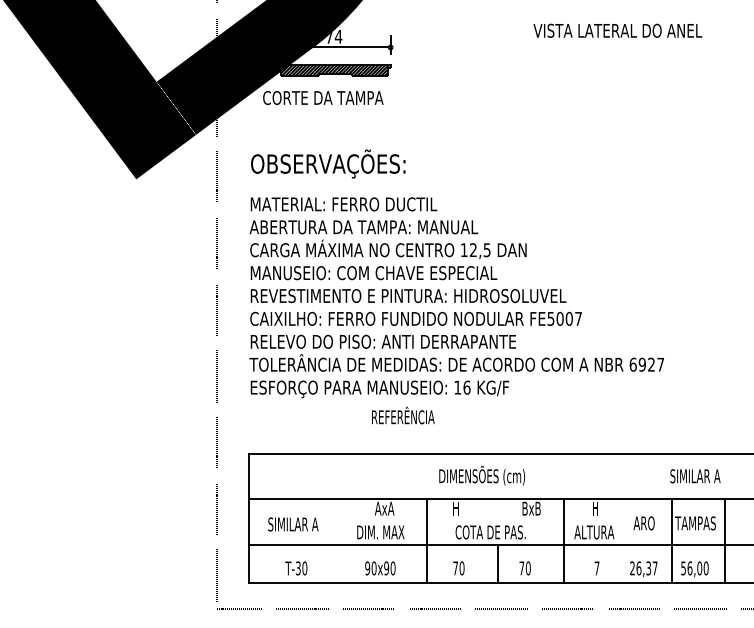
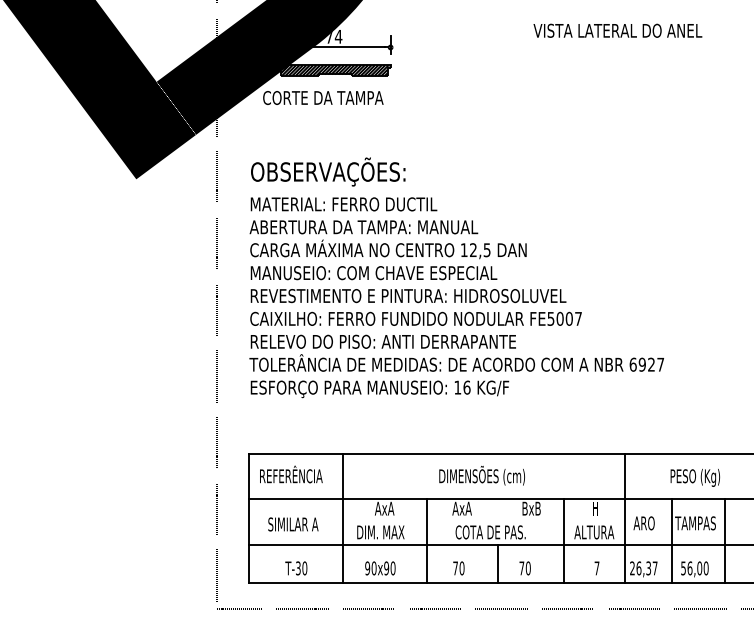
text at (328, 163) position: (328, 163) -> (328, 171)
text at (403, 415) position: (403, 415) -> (291, 474)
text at (695, 477): SIMILAR A -> PESO (Kg)
text at (461, 508): H -> AxA
line at (343, 518): none -> present
line at (624, 518): none -> present
